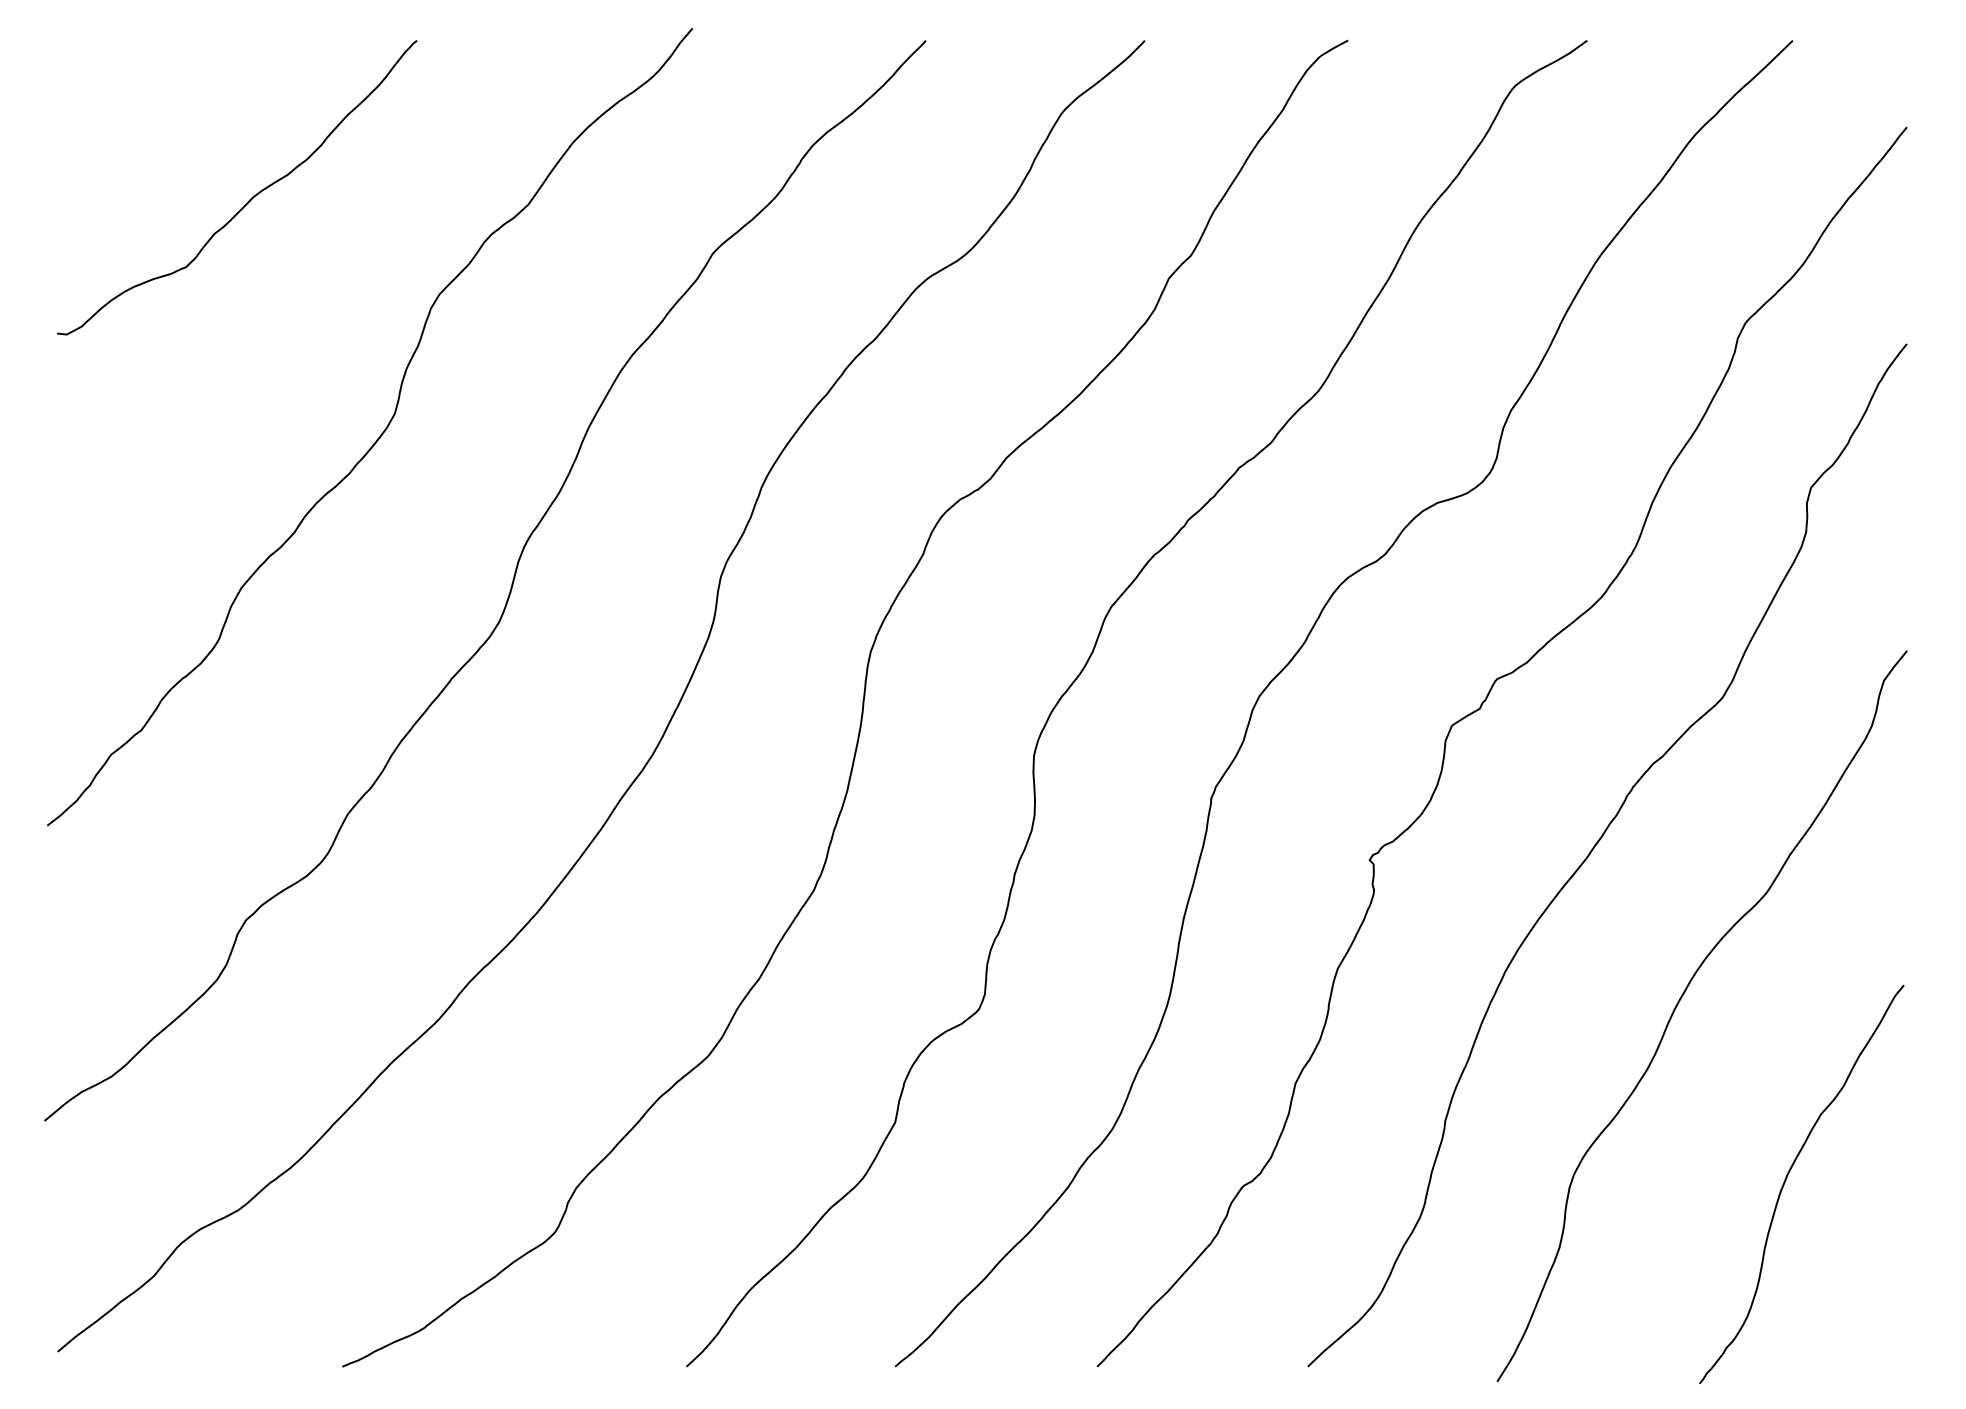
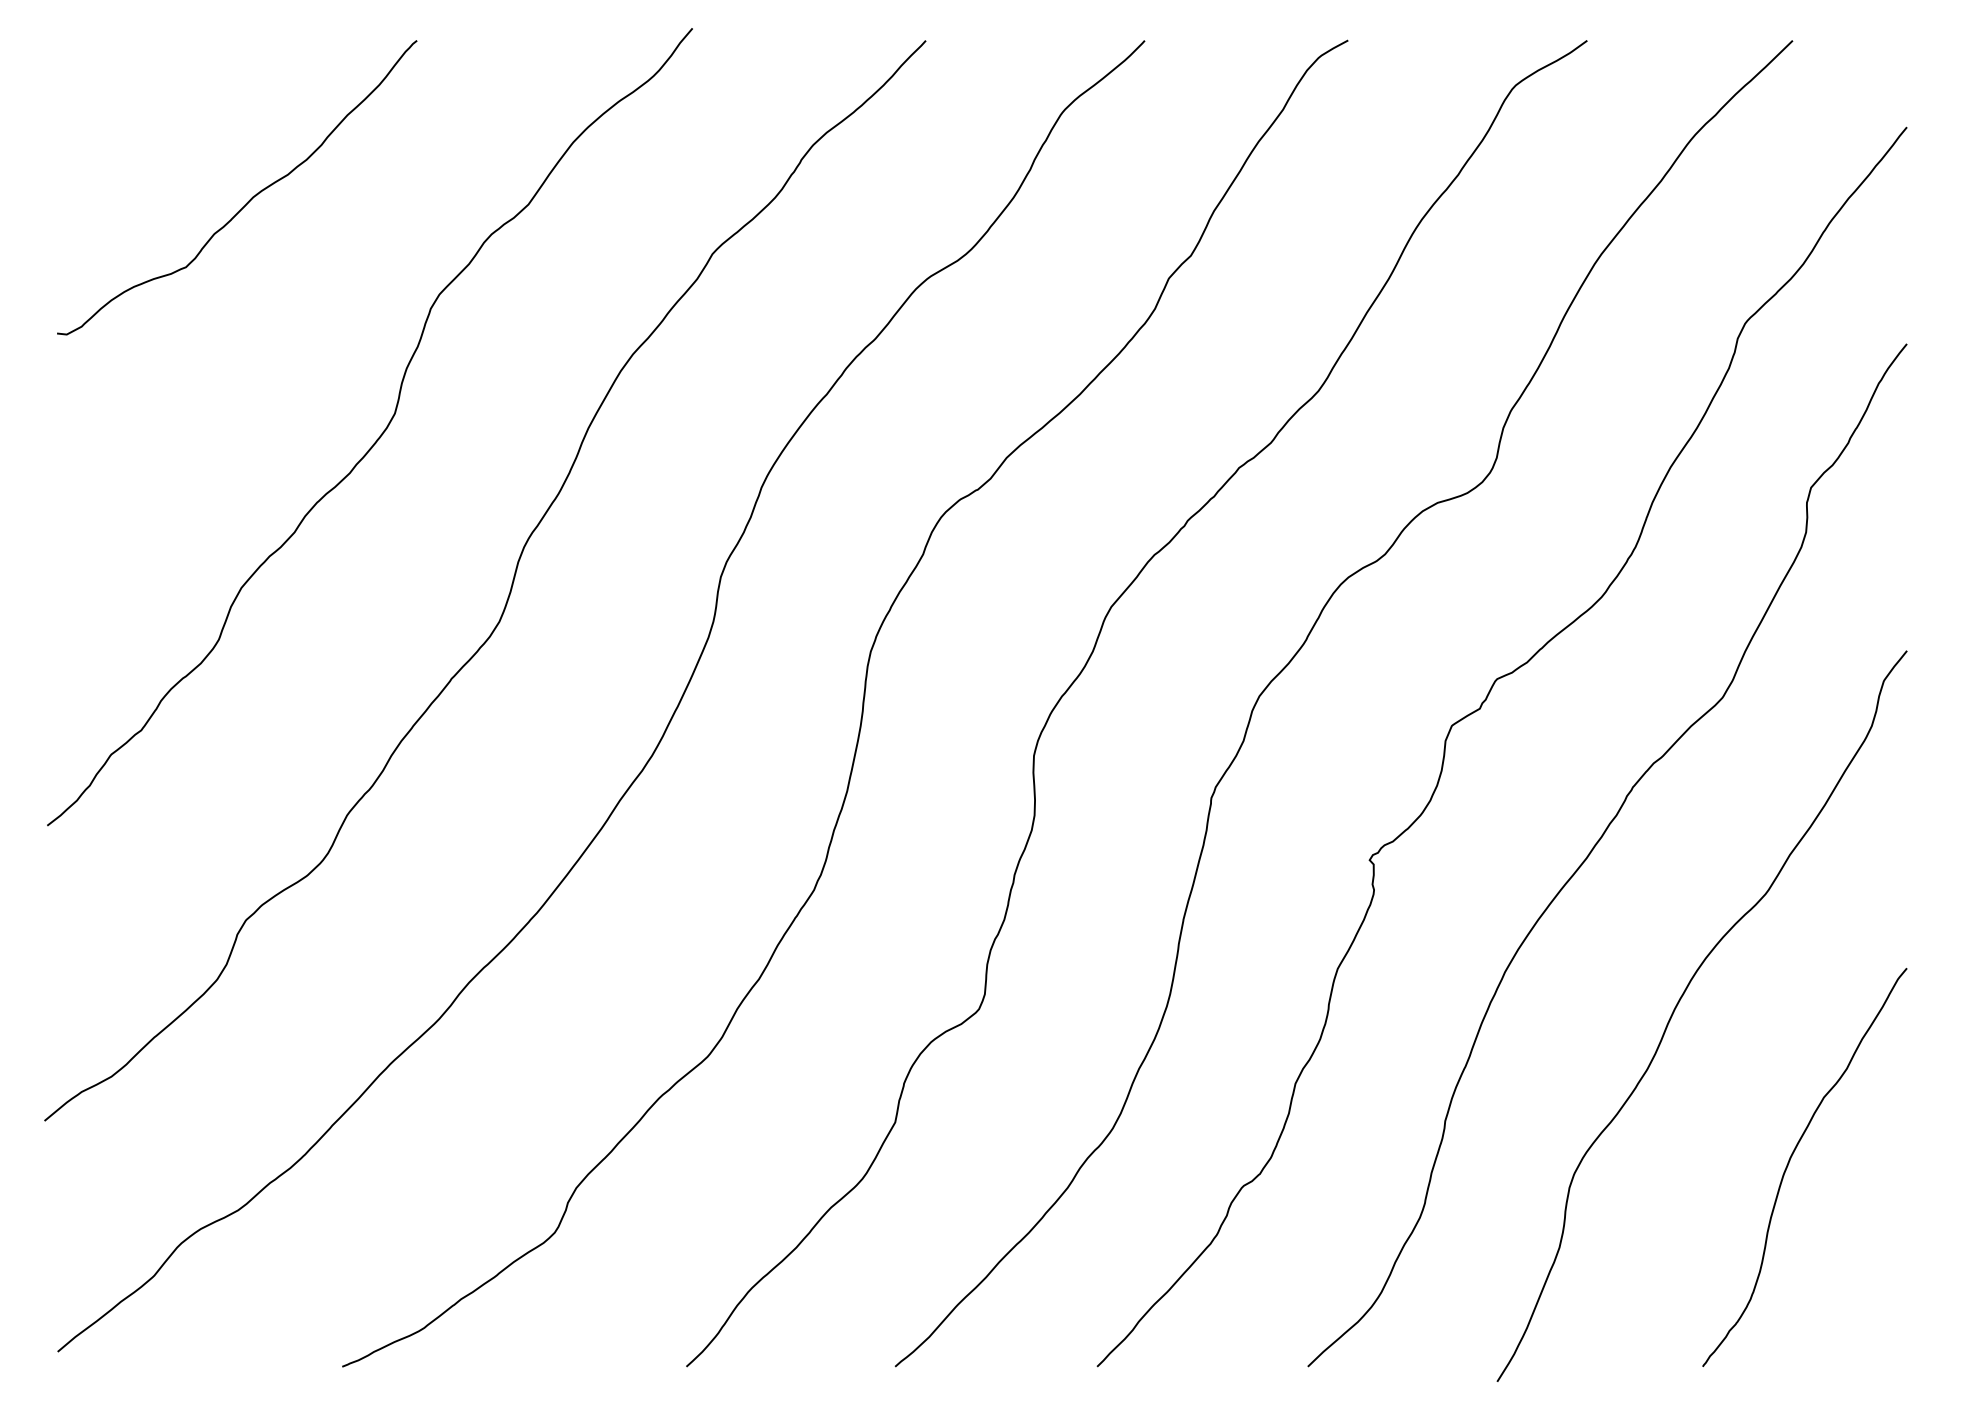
curve at (1786, 1180) position: (1786, 1180) -> (1789, 1163)
